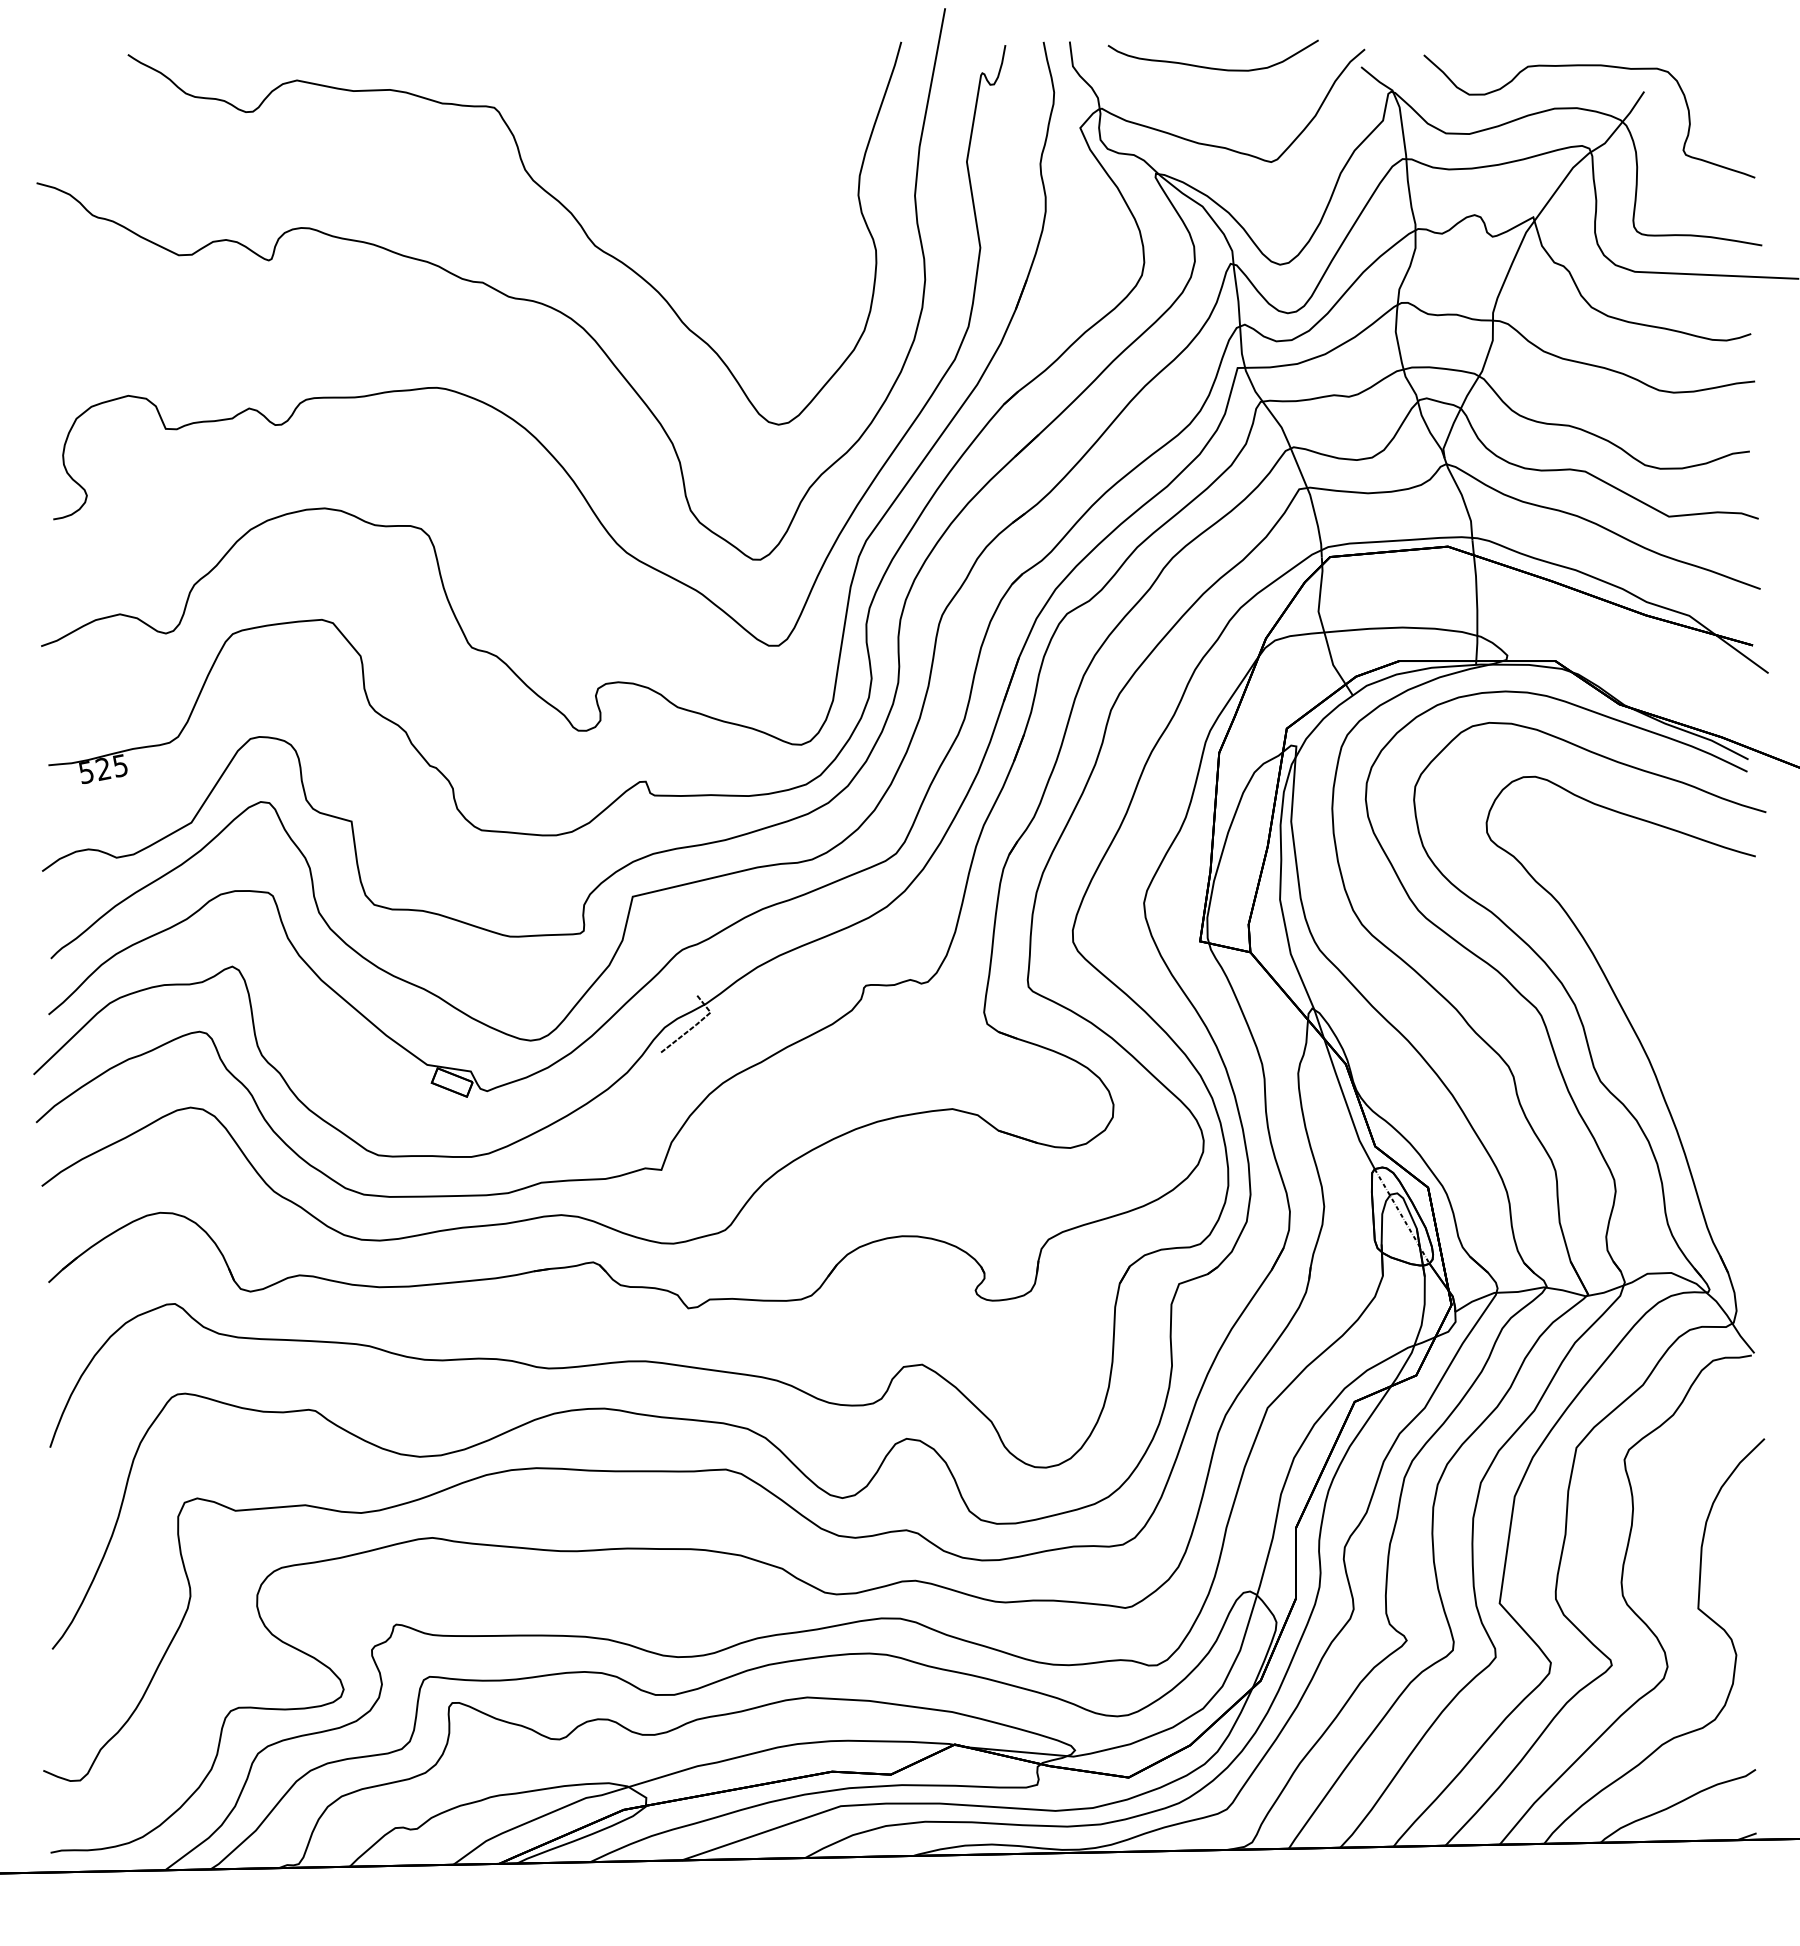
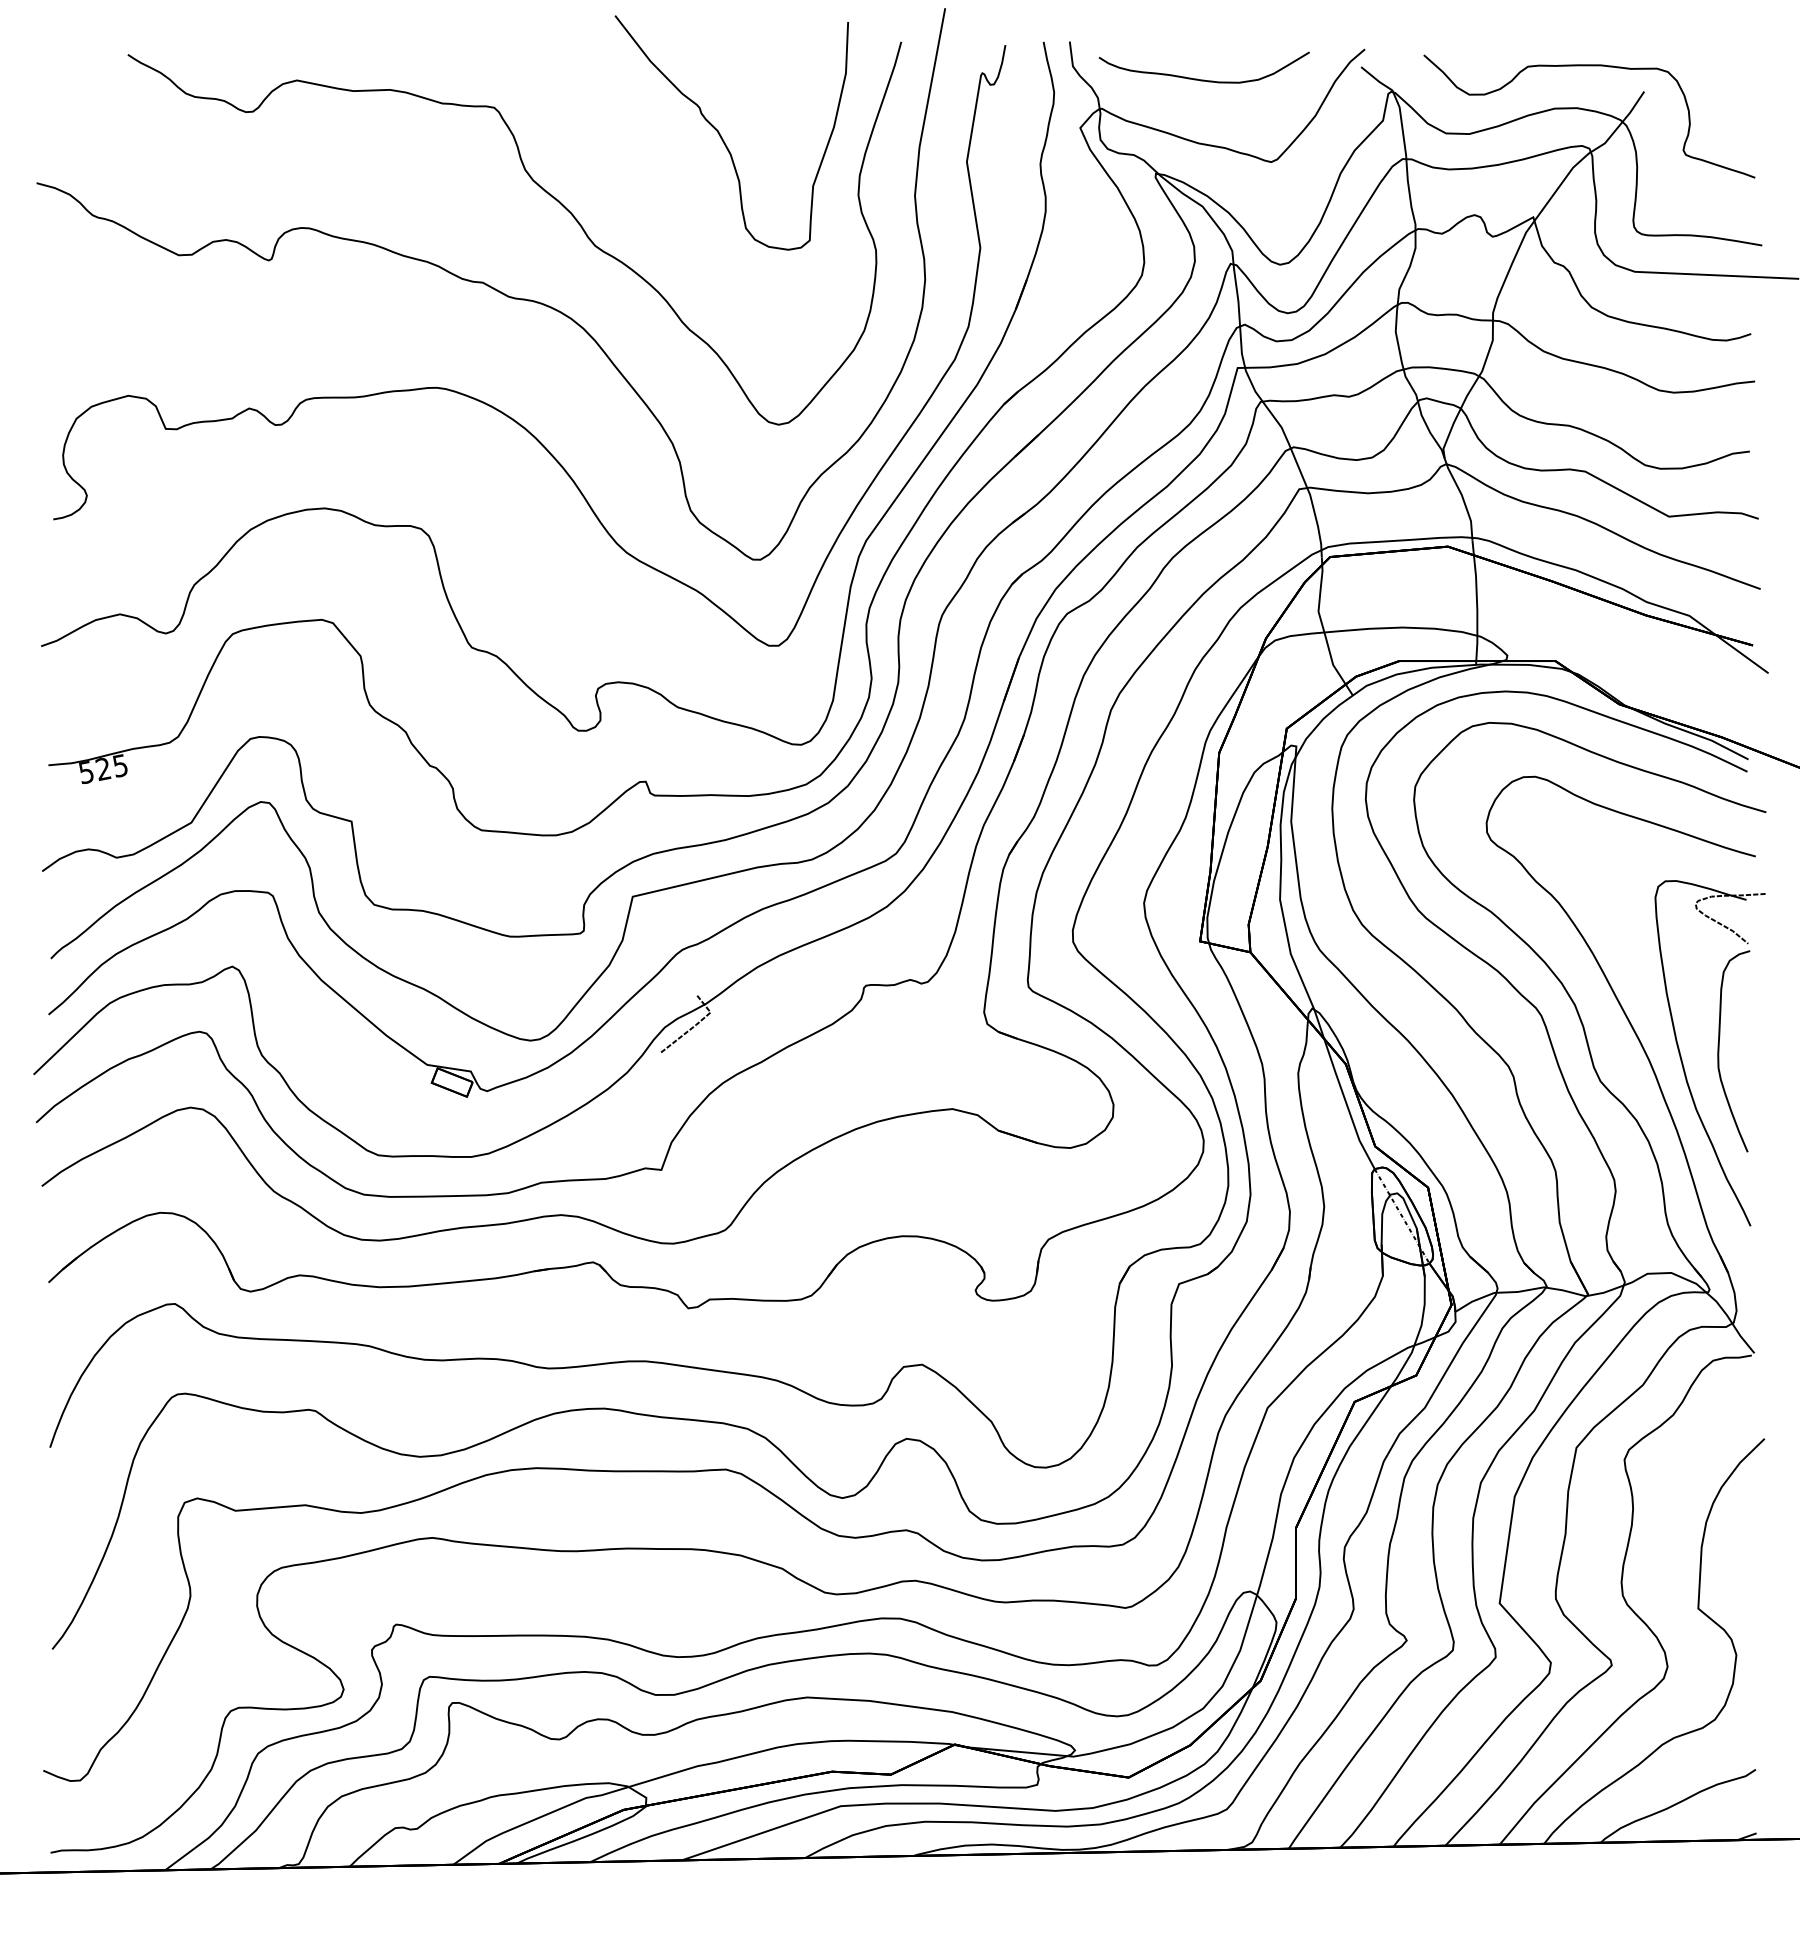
curve at (1212, 67) position: (1212, 67) -> (1203, 79)
curve at (722, 137): none -> present
part at (1717, 1053): none -> present
